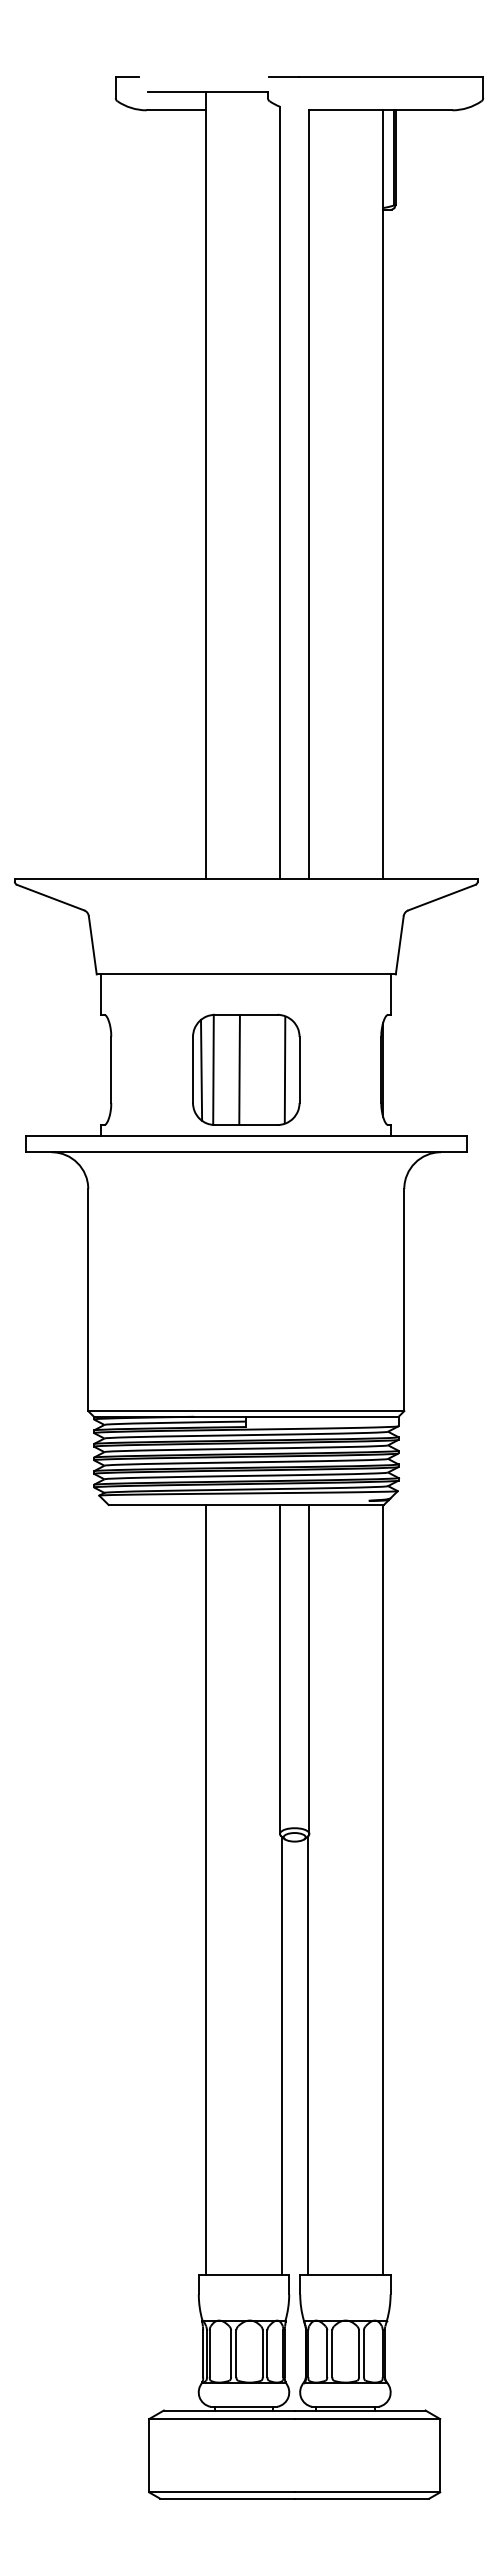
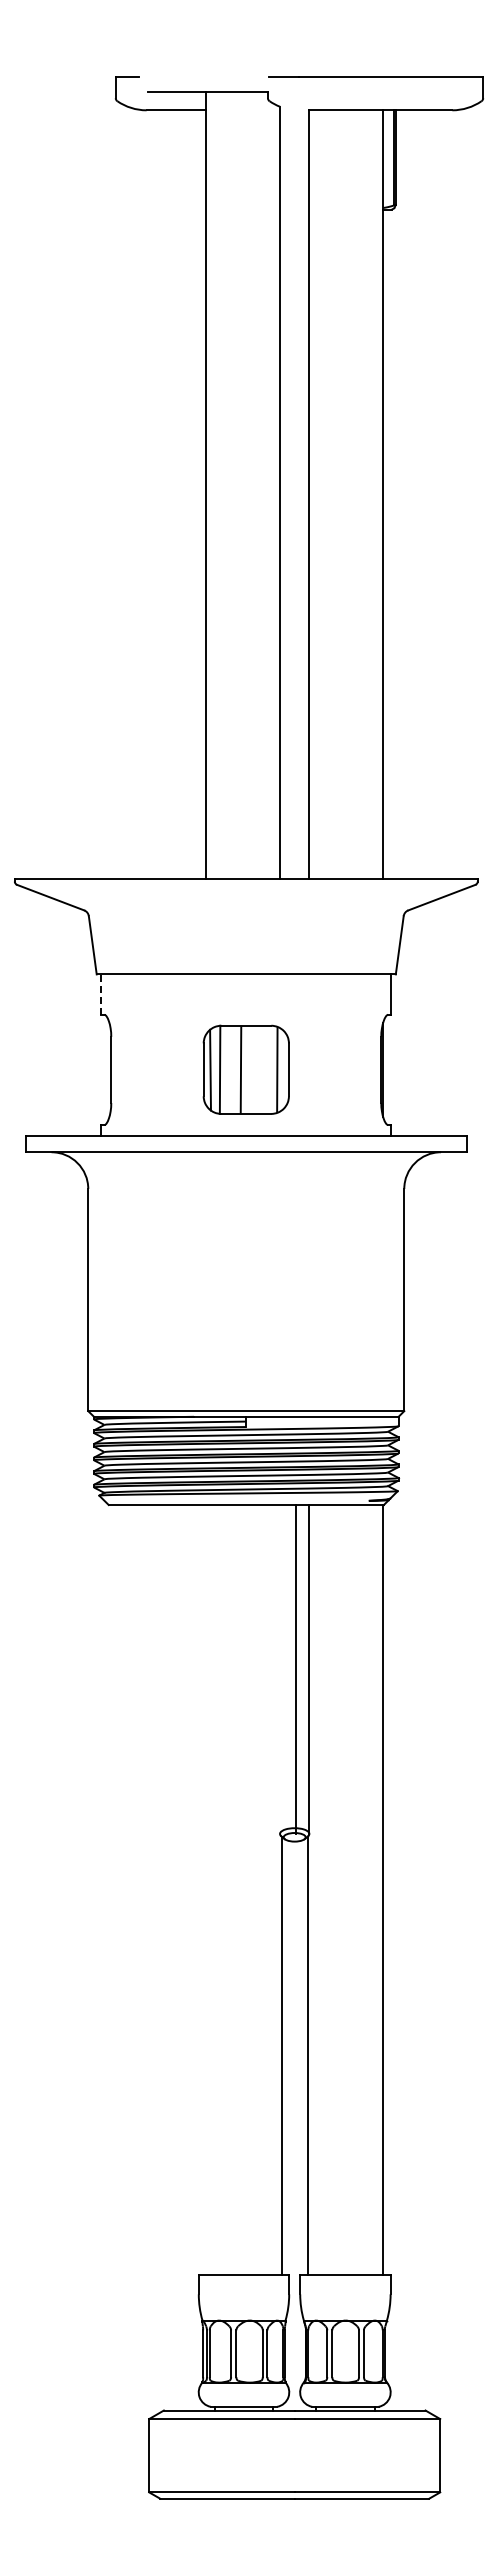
line at (101, 994): solid -> dashed
part at (246, 1069) size: 109x113 px -> 88x91 px
line at (280, 1669) position: (280, 1669) -> (296, 1669)
line at (206, 1889): present -> none
